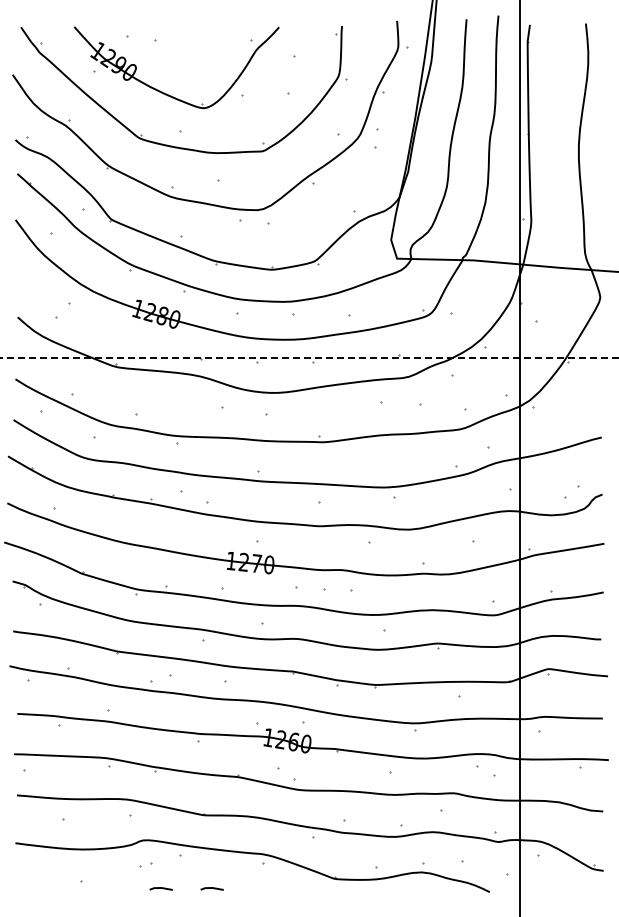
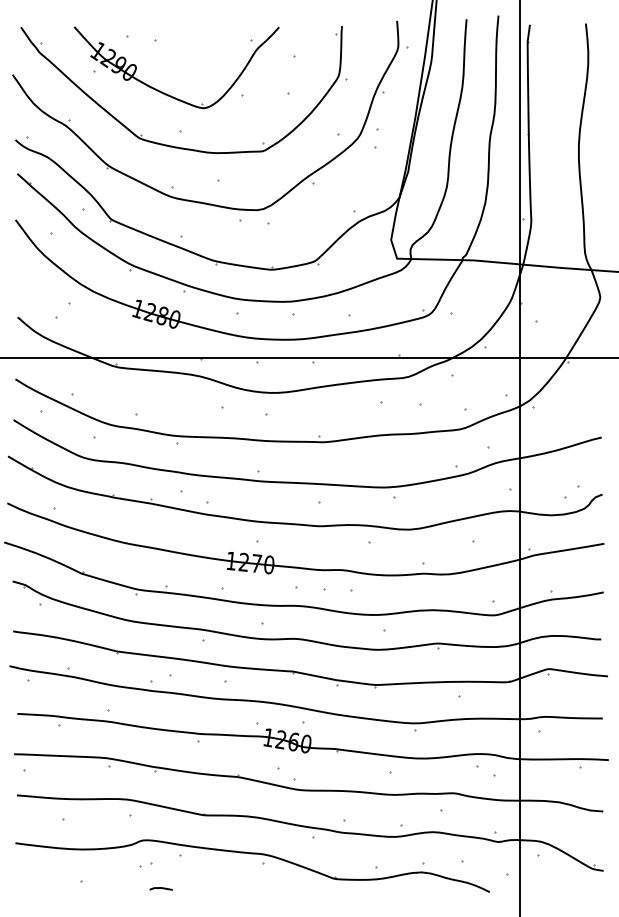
line at (309, 357): dashed -> solid
line at (211, 888): present -> none
